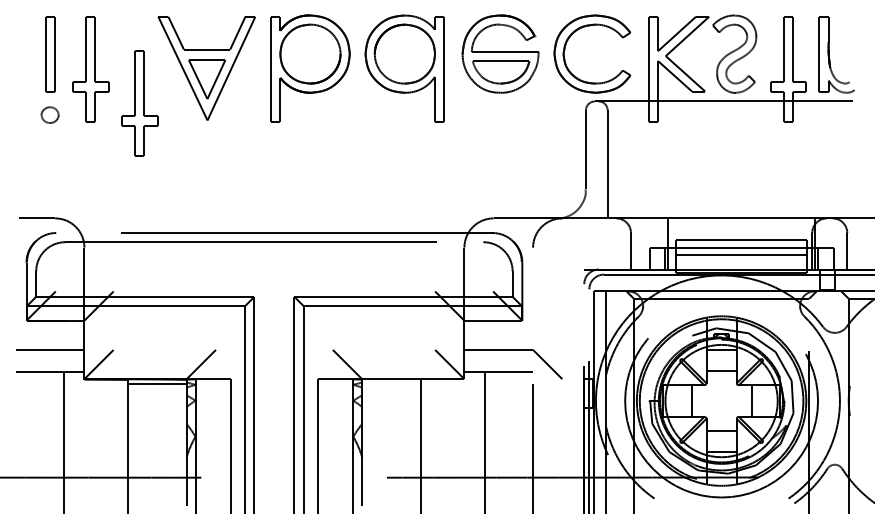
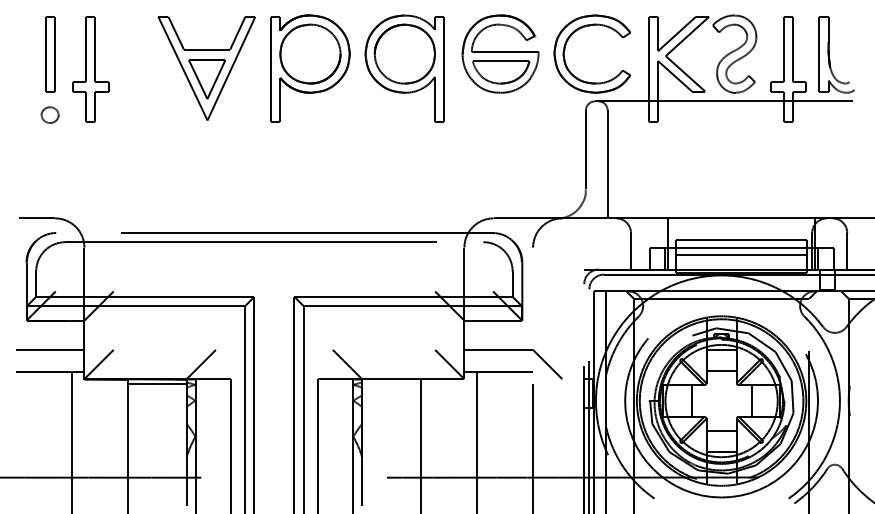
part at (139, 103): present -> none
line at (64, 440) position: (64, 440) -> (72, 440)
line at (484, 440) position: (484, 440) -> (476, 440)
